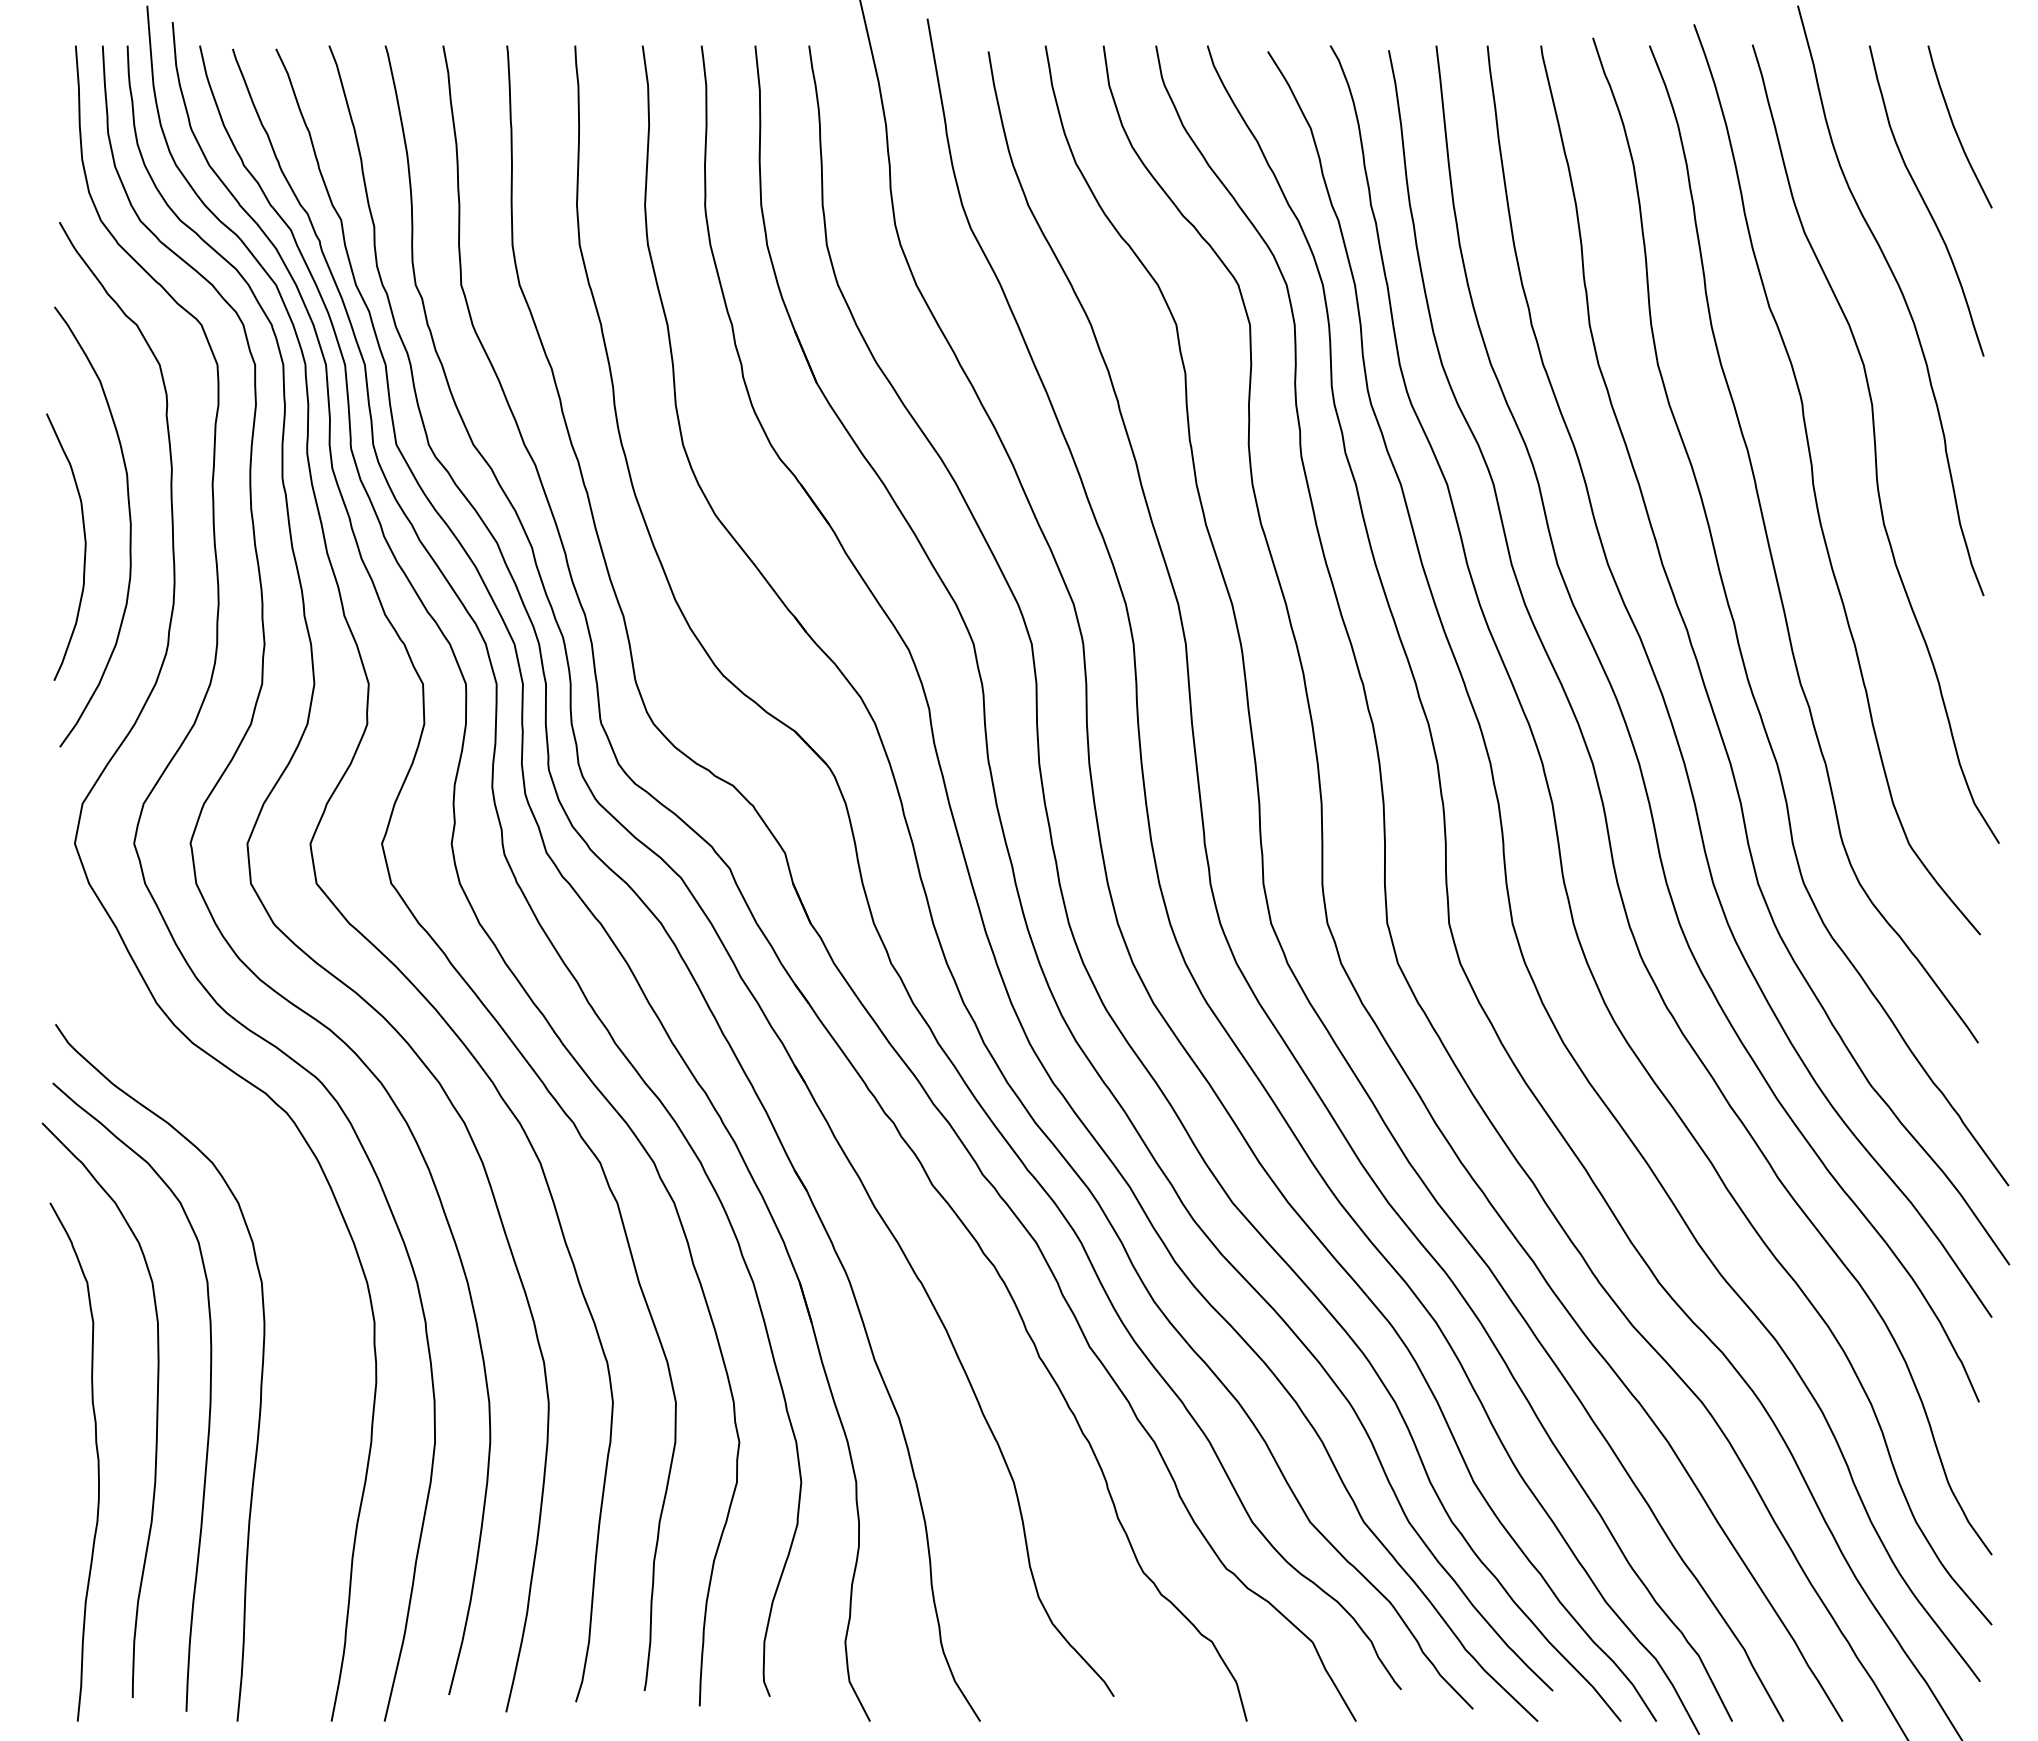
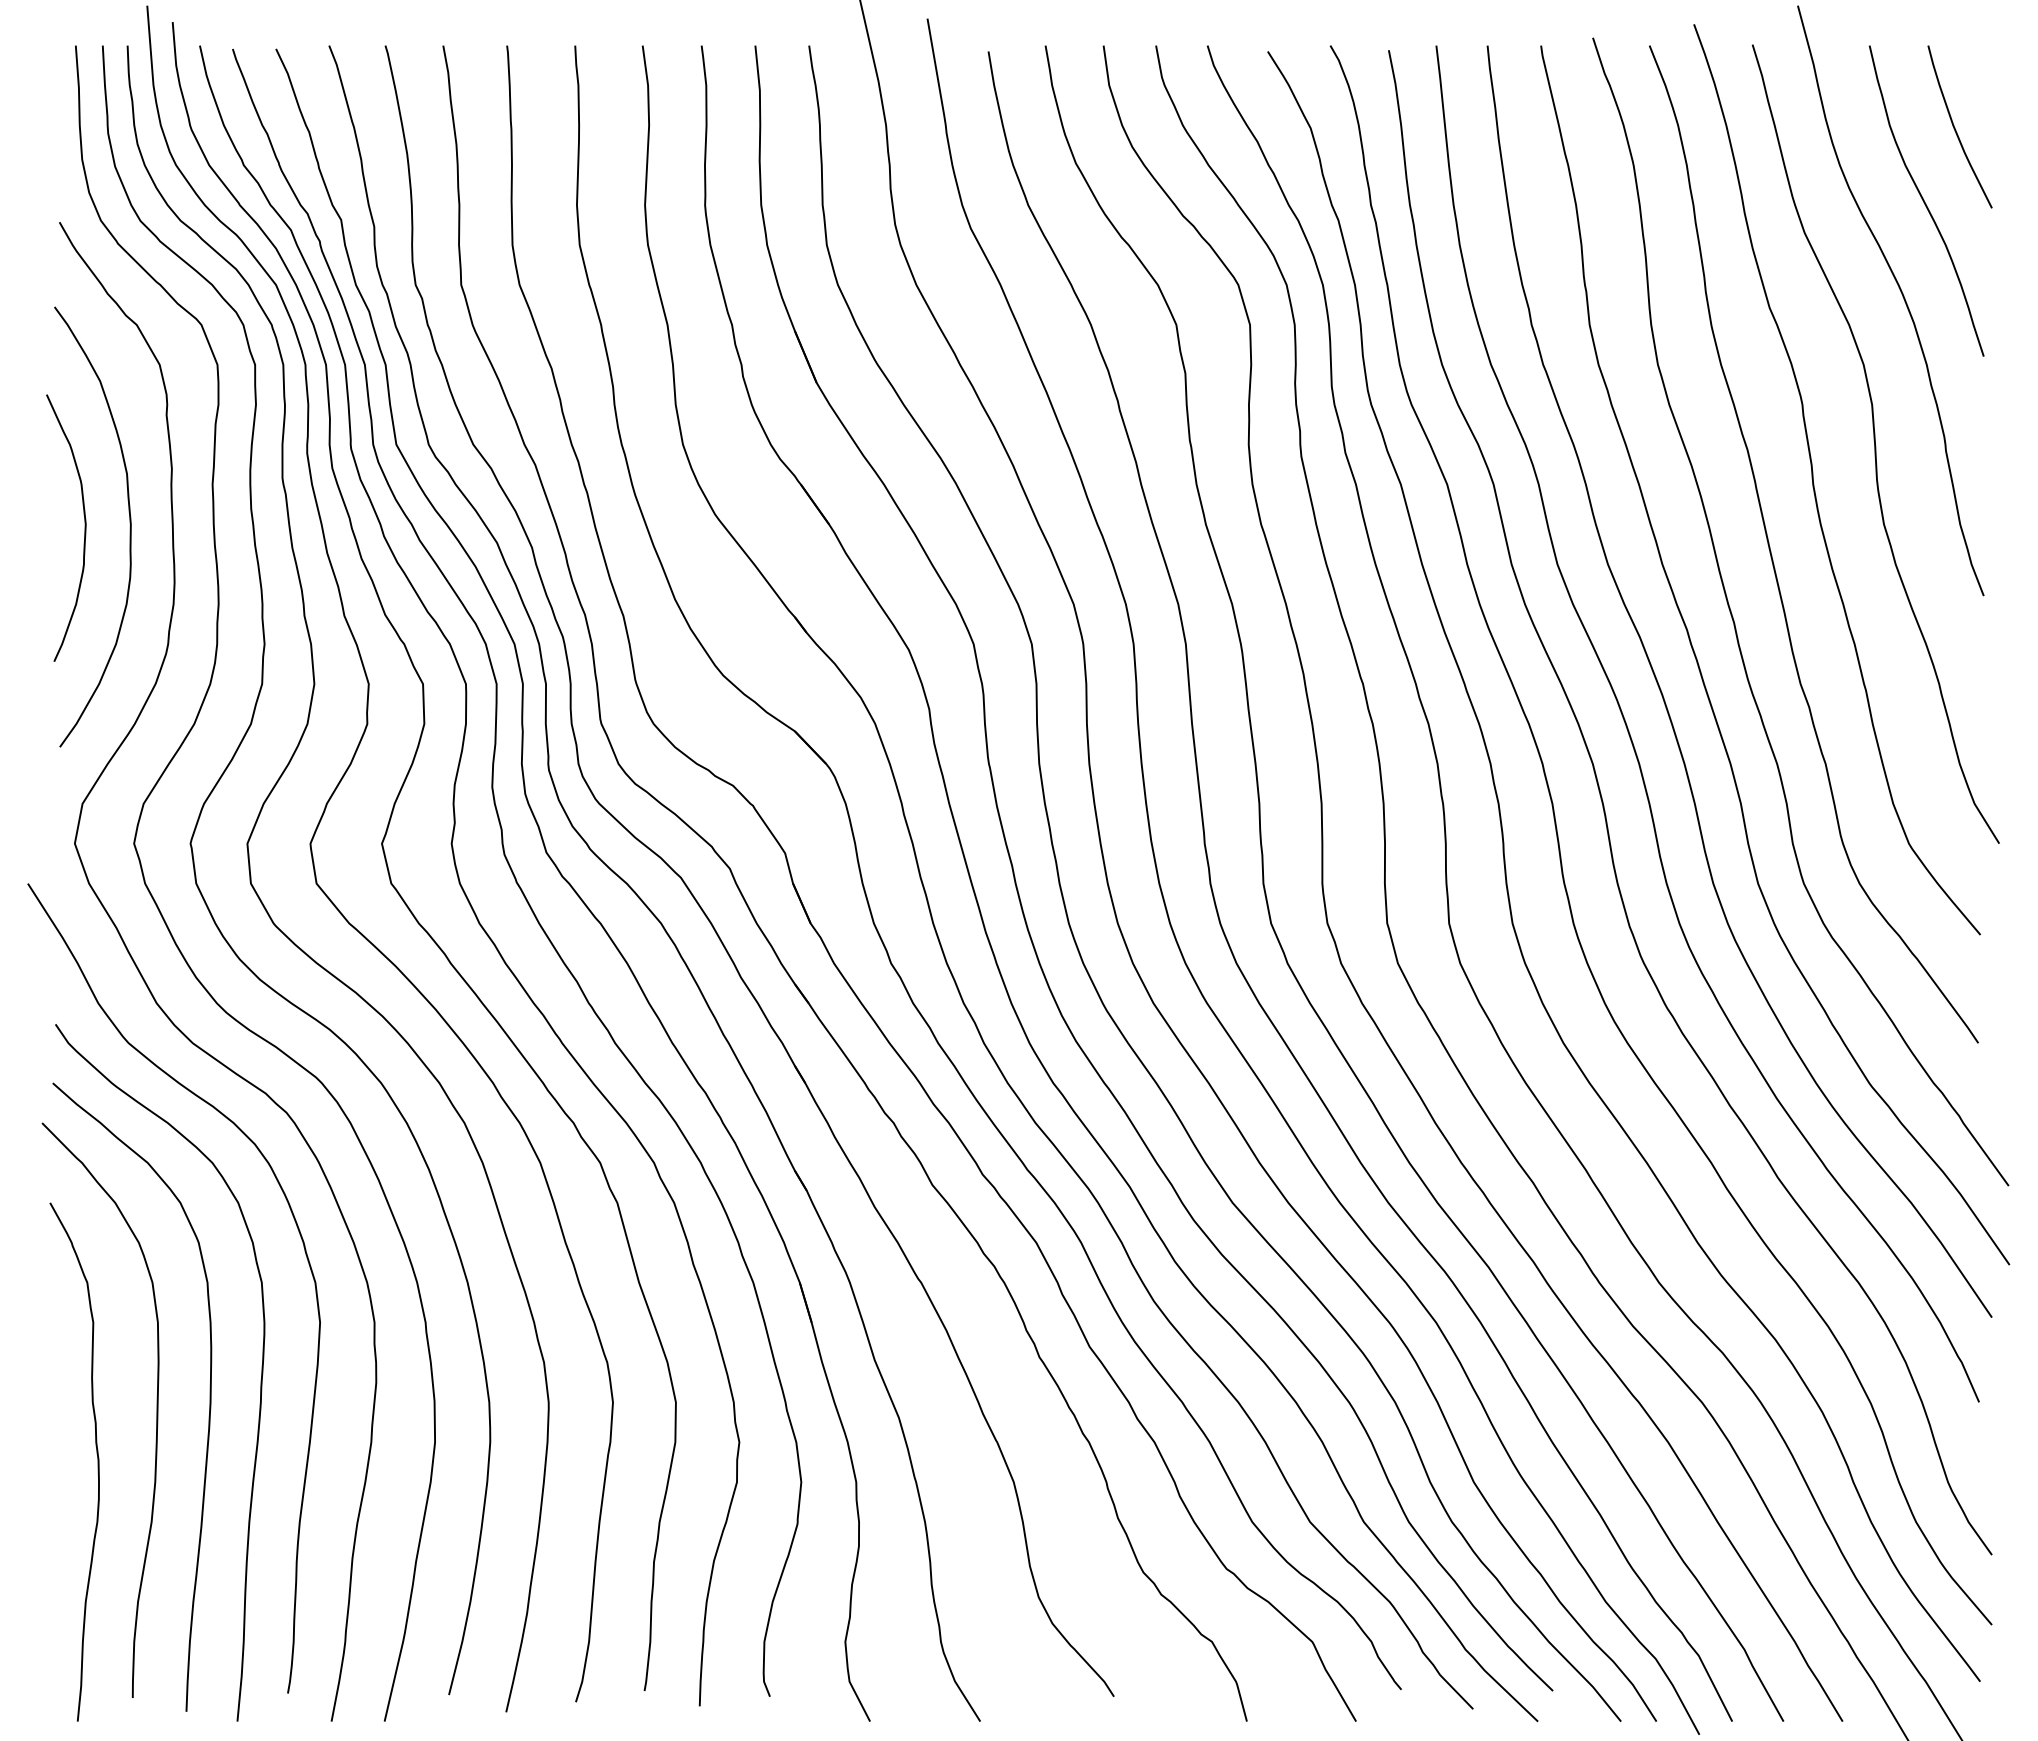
curve at (84, 546) position: (84, 546) -> (84, 527)
curve at (305, 1255): none -> present
